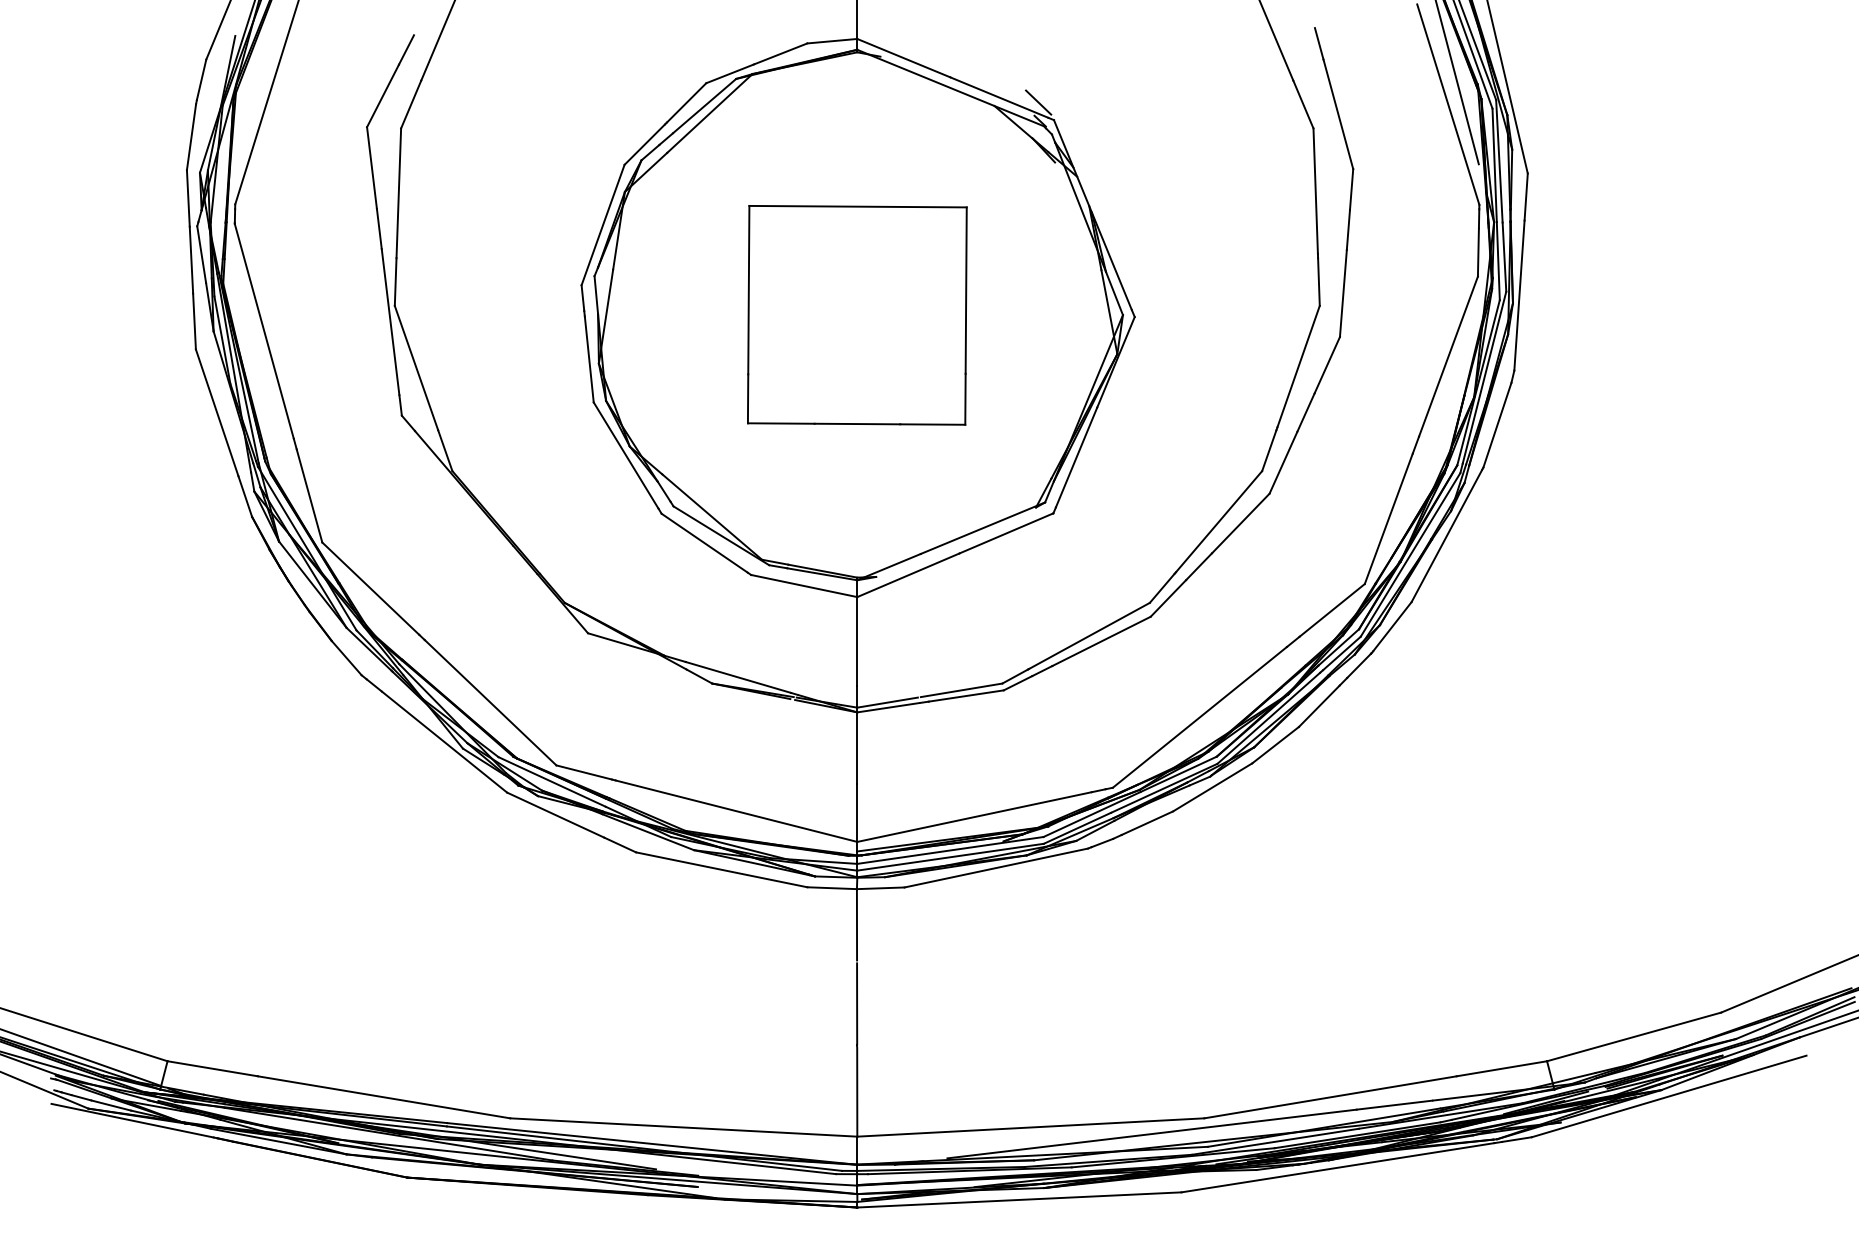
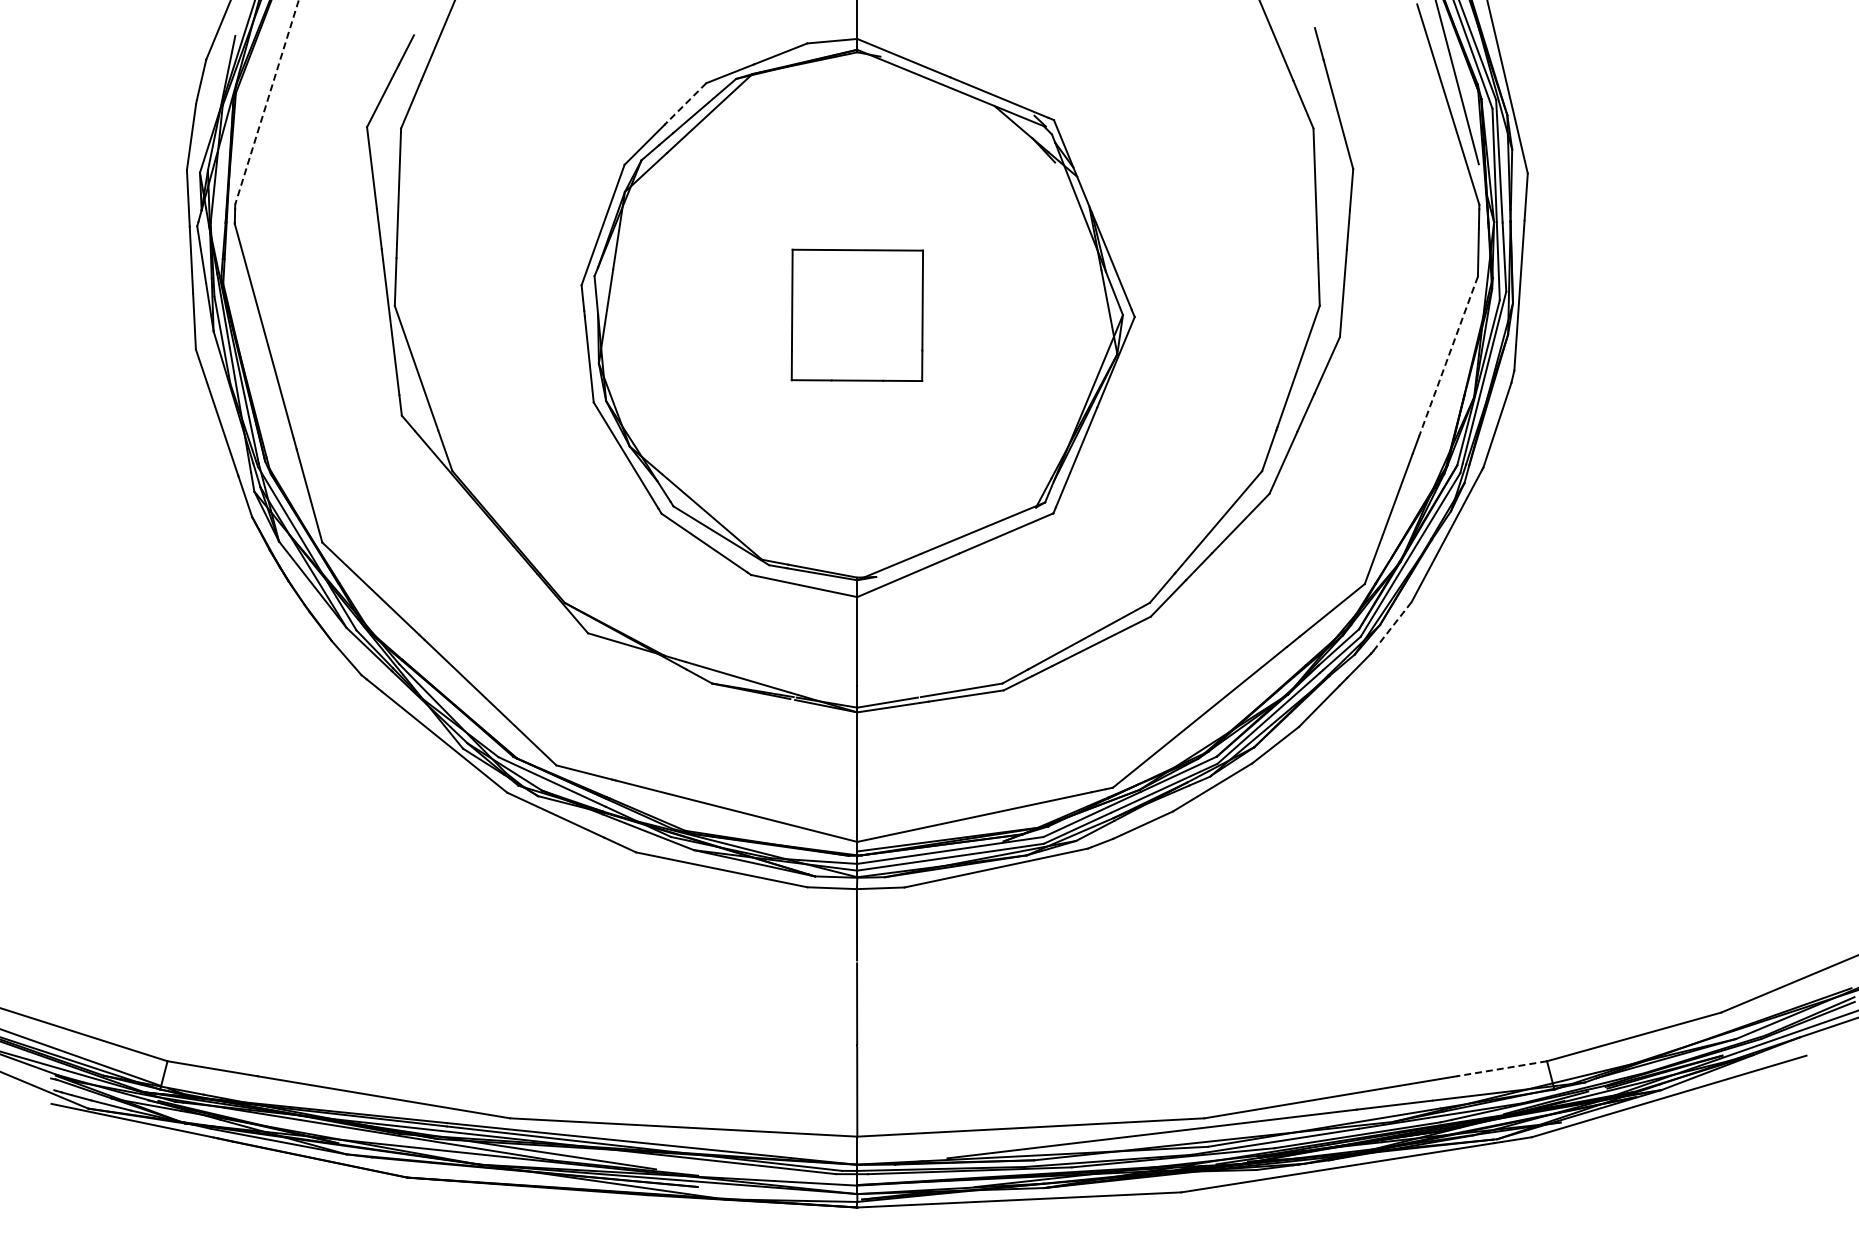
line at (267, 102): solid -> dashed
line at (686, 102): solid -> dashed
line at (1038, 102): present -> none
part at (857, 315) size: 221x221 px -> 134x134 px
line at (1448, 357): solid -> dashed
line at (1392, 626): solid -> dashed
line at (1501, 1068): solid -> dashed
